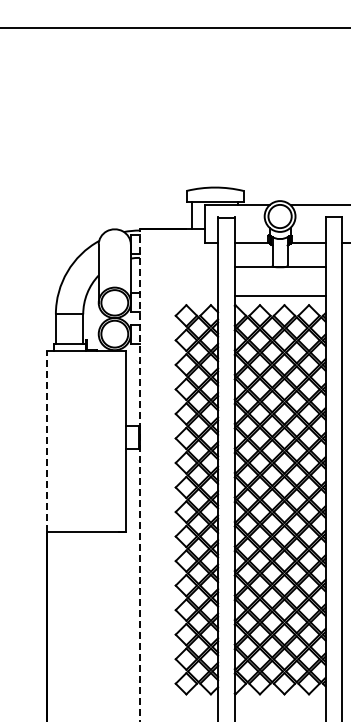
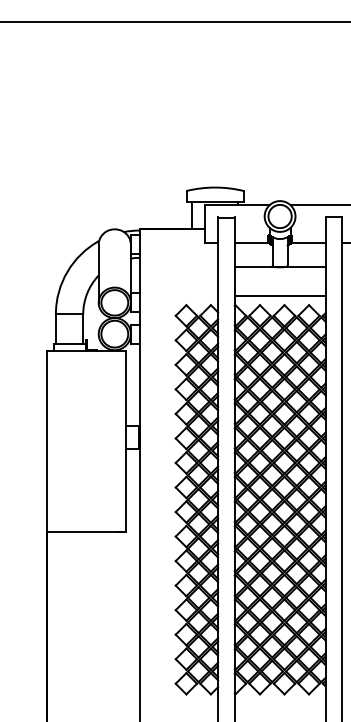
line at (174, 27) position: (174, 27) -> (174, 21)
line at (46, 440): dashed -> solid
line at (139, 475): dashed -> solid
